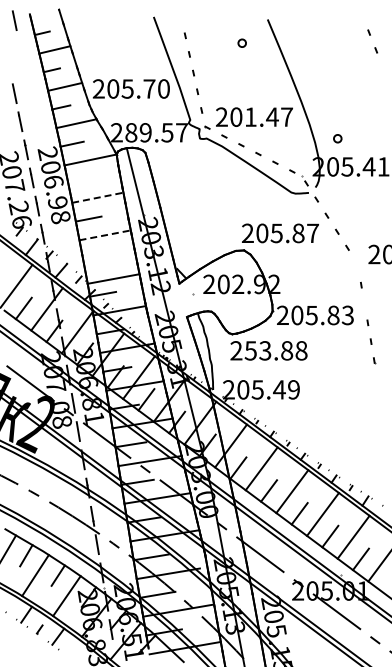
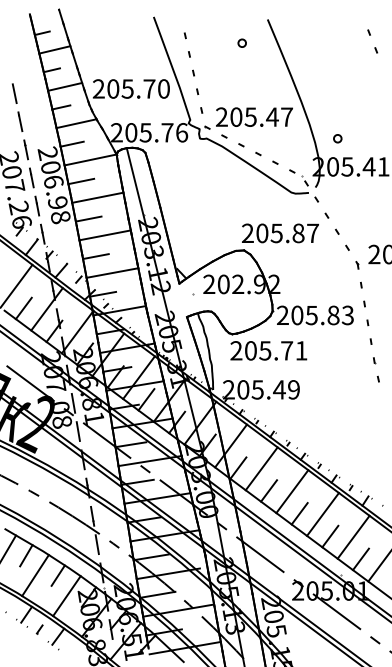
line at (14, 20): present -> none
text at (250, 116): 201.47 -> 205.47
text at (156, 132): 289.57 -> 205.76
line at (81, 181): none -> present
line at (98, 197): dashed -> solid
line at (105, 235): dashed -> solid
line at (95, 256): none -> present
part at (357, 265): none -> present
line at (113, 278) position: (113, 278) -> (112, 272)
line at (364, 303): none -> present
text at (275, 350): 253.88 -> 205.71
line at (377, 378): none -> present
